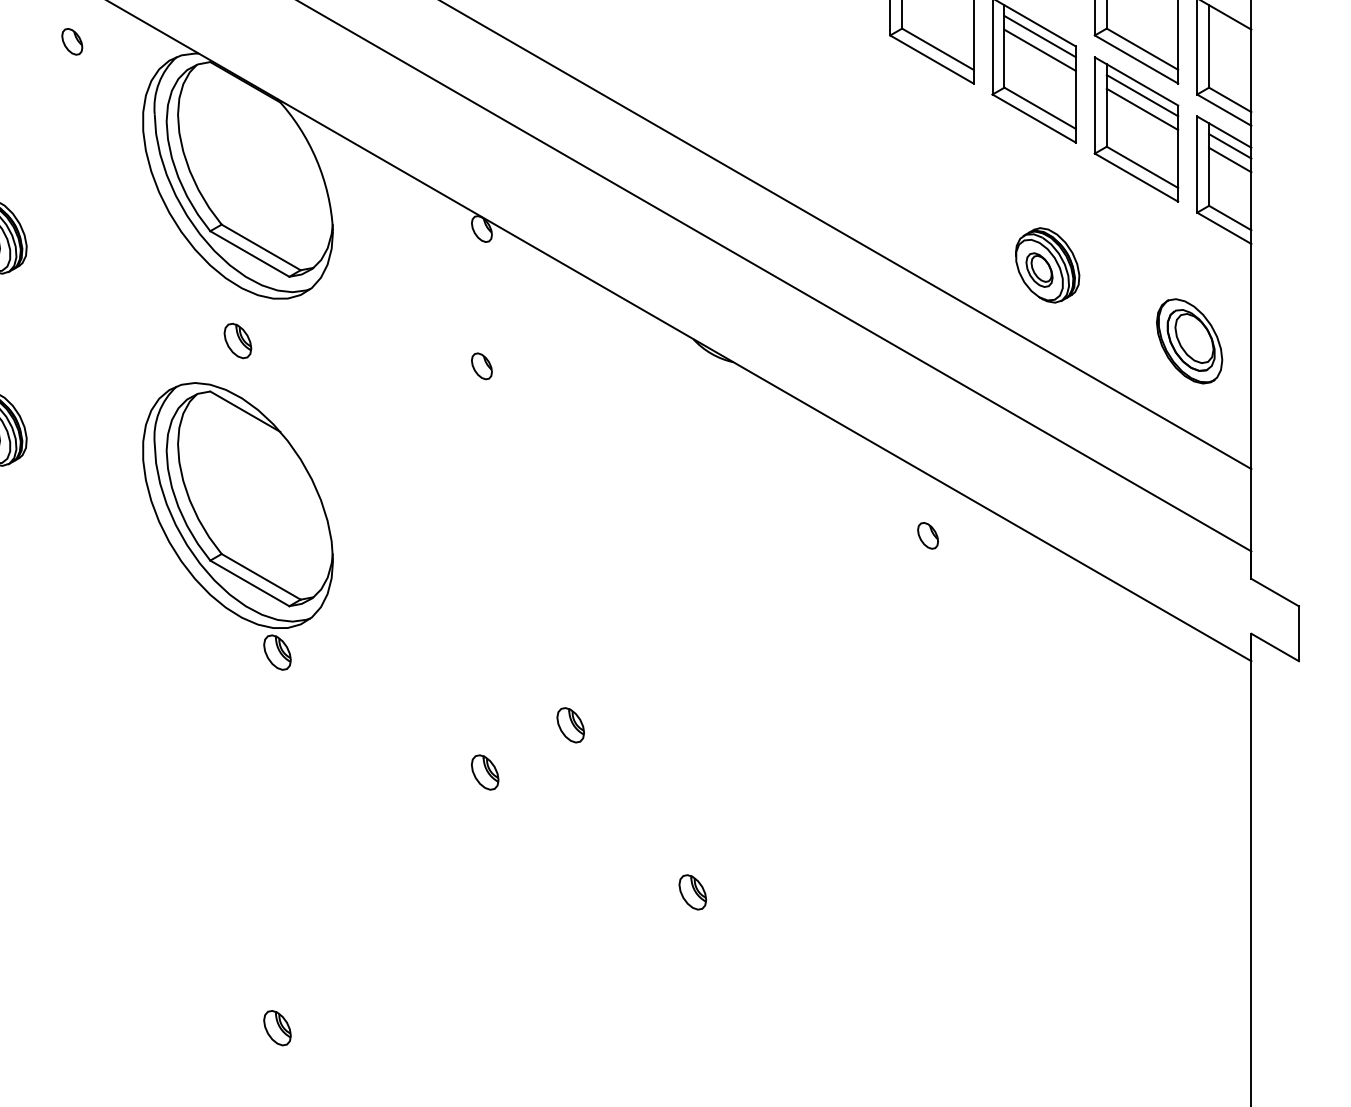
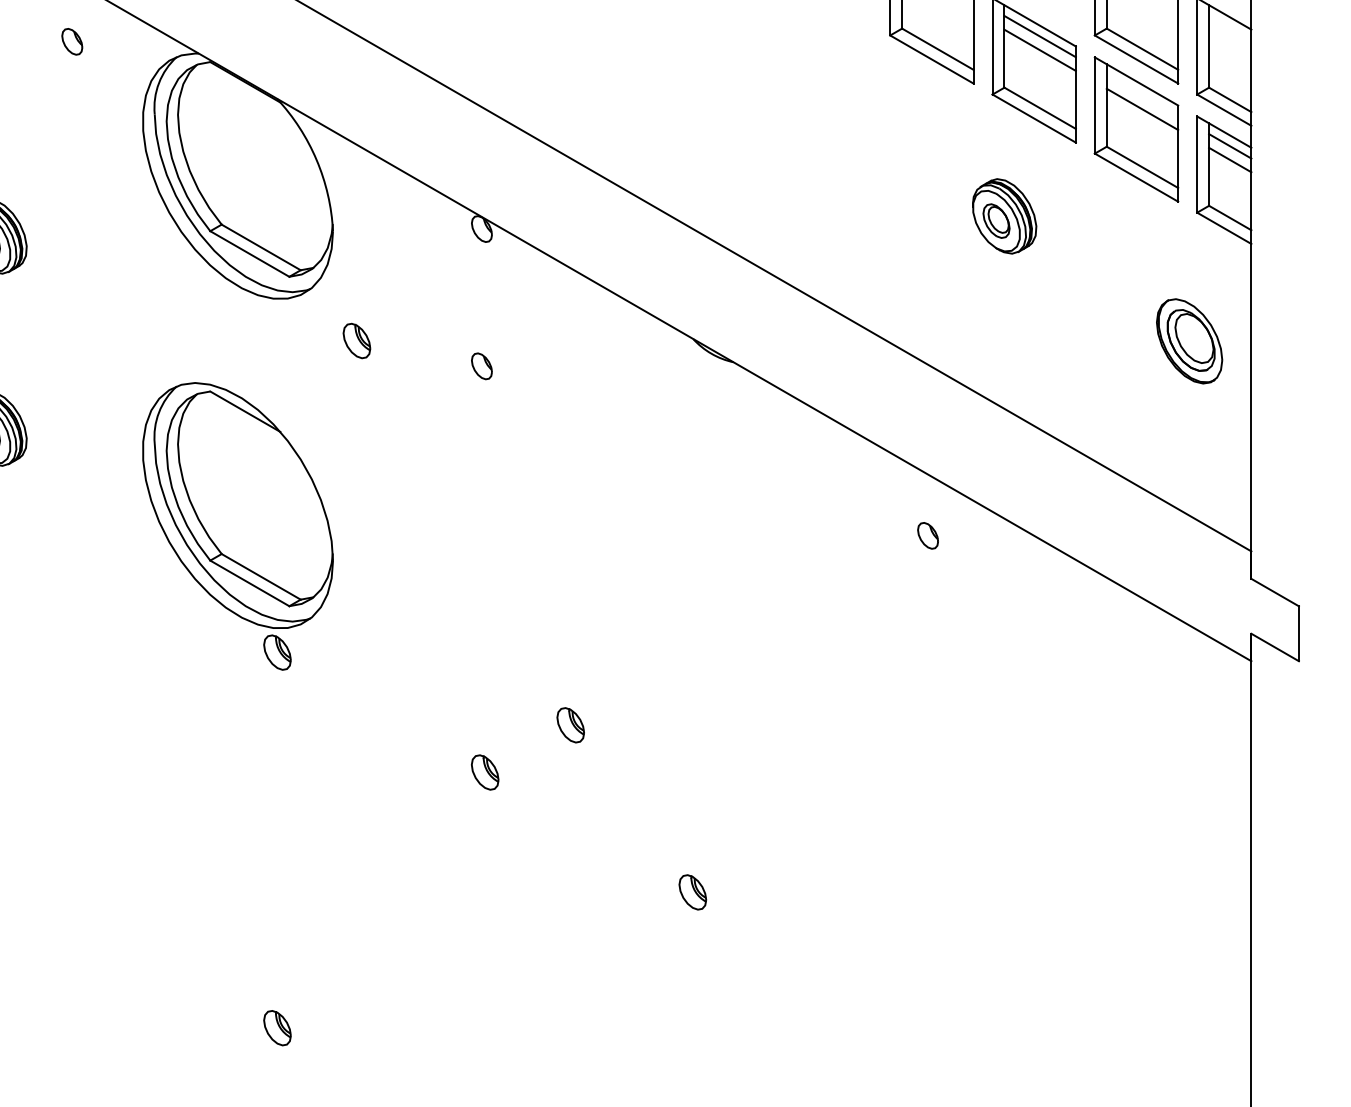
line at (1142, 95): present -> none
line at (847, 235): present -> none
part at (1047, 265) position: (1047, 265) -> (1004, 216)
part at (237, 340) position: (237, 340) -> (356, 340)
